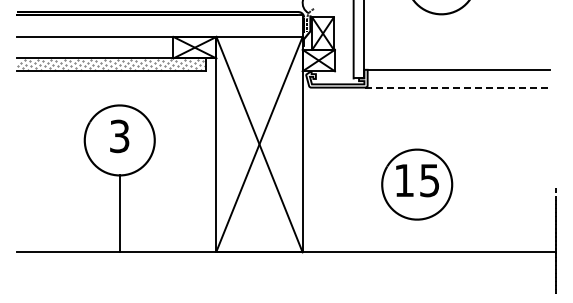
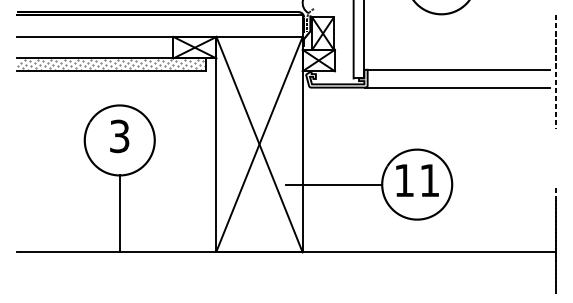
line at (555, 71): none -> present
line at (458, 87): dashed -> solid
text at (429, 180): 15 -> 11
line at (334, 184): none -> present
